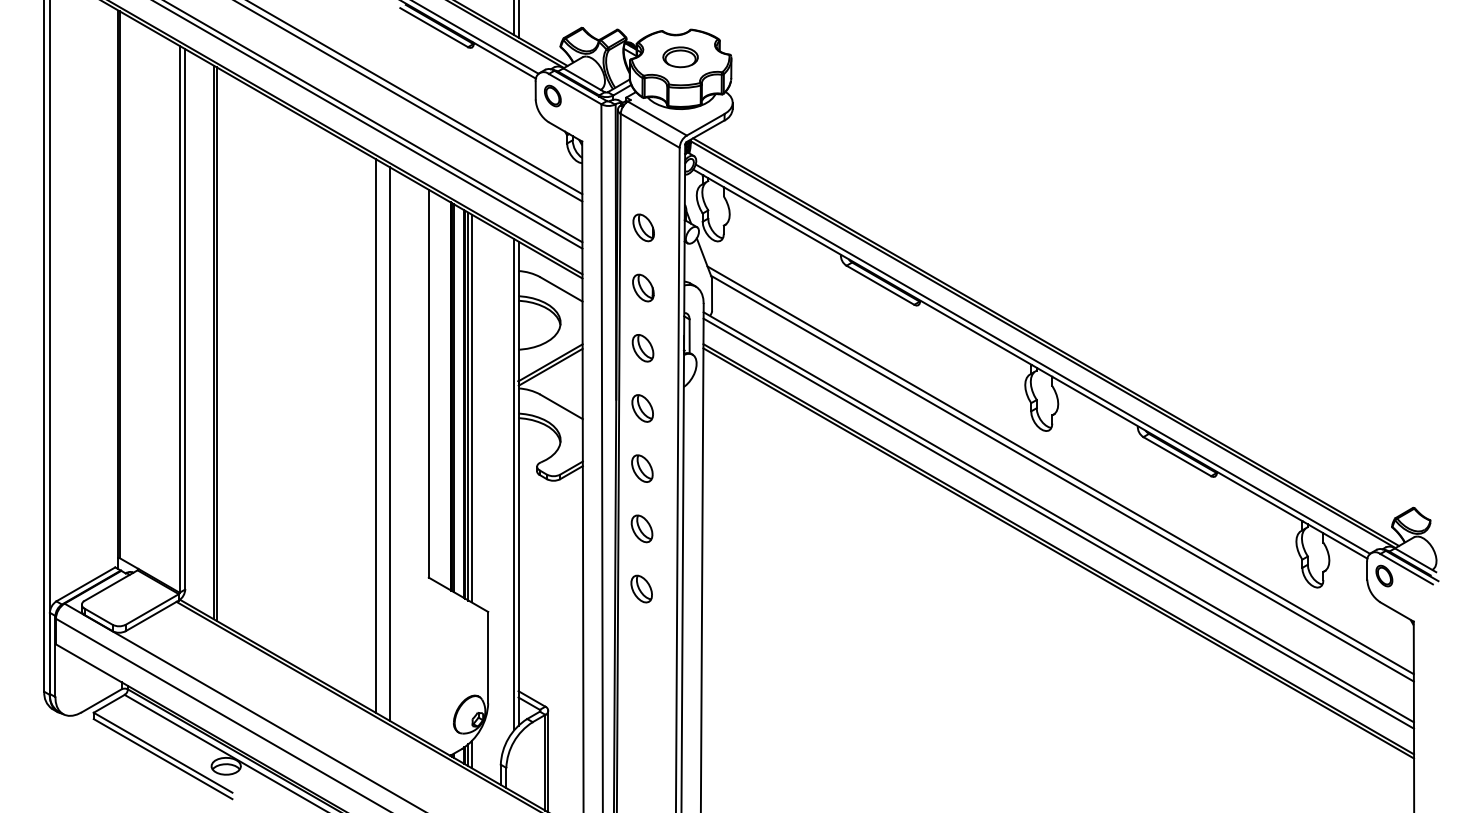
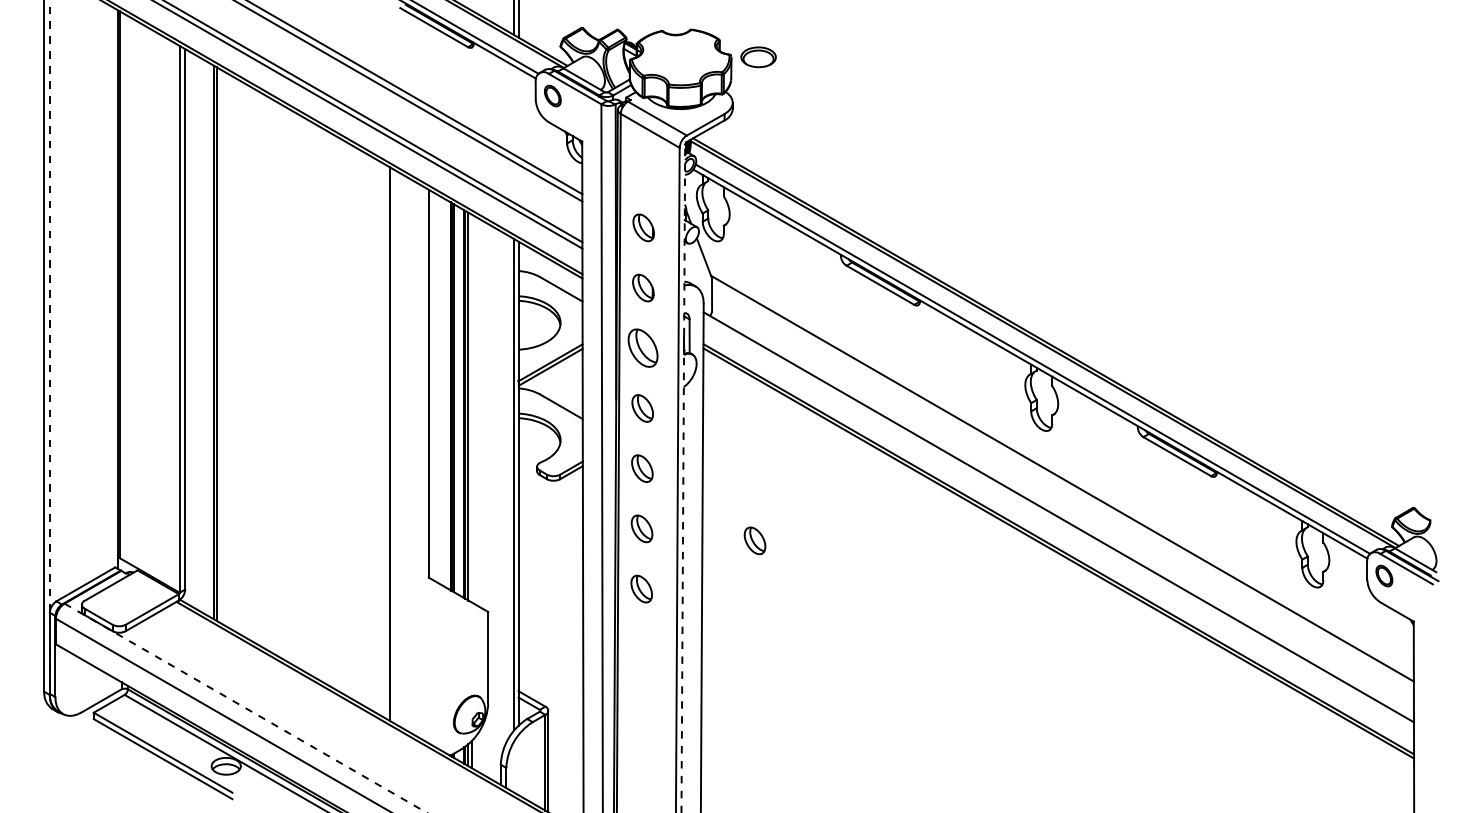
part at (680, 57) position: (680, 57) -> (758, 57)
line at (49, 348): solid -> dashed
part at (642, 348) size: 24x29 px -> 32x40 px
line at (471, 408): present -> none
line at (375, 435): present -> none
line at (1060, 470): present -> none
line at (683, 478): solid -> dashed
line at (1058, 523): present -> none
part at (754, 540): none -> present
line at (246, 708): solid -> dashed
